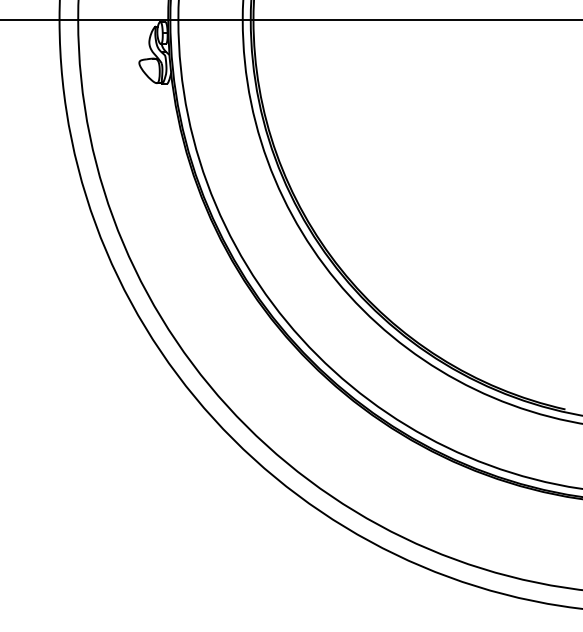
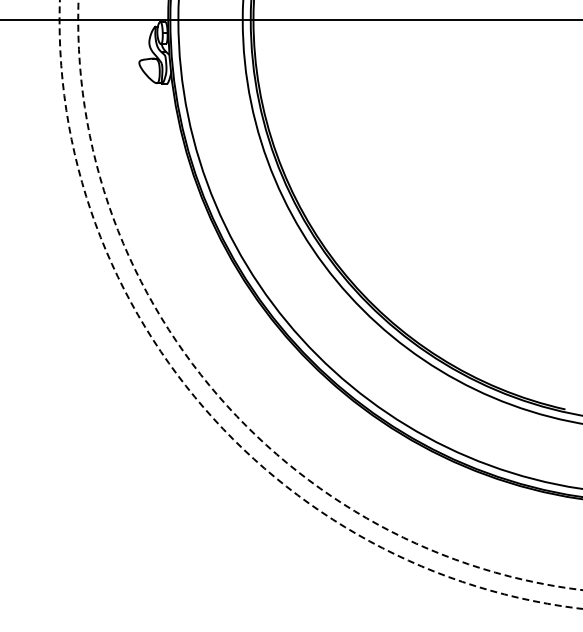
circle at (330, 295): solid -> dashed
circle at (320, 304): solid -> dashed
